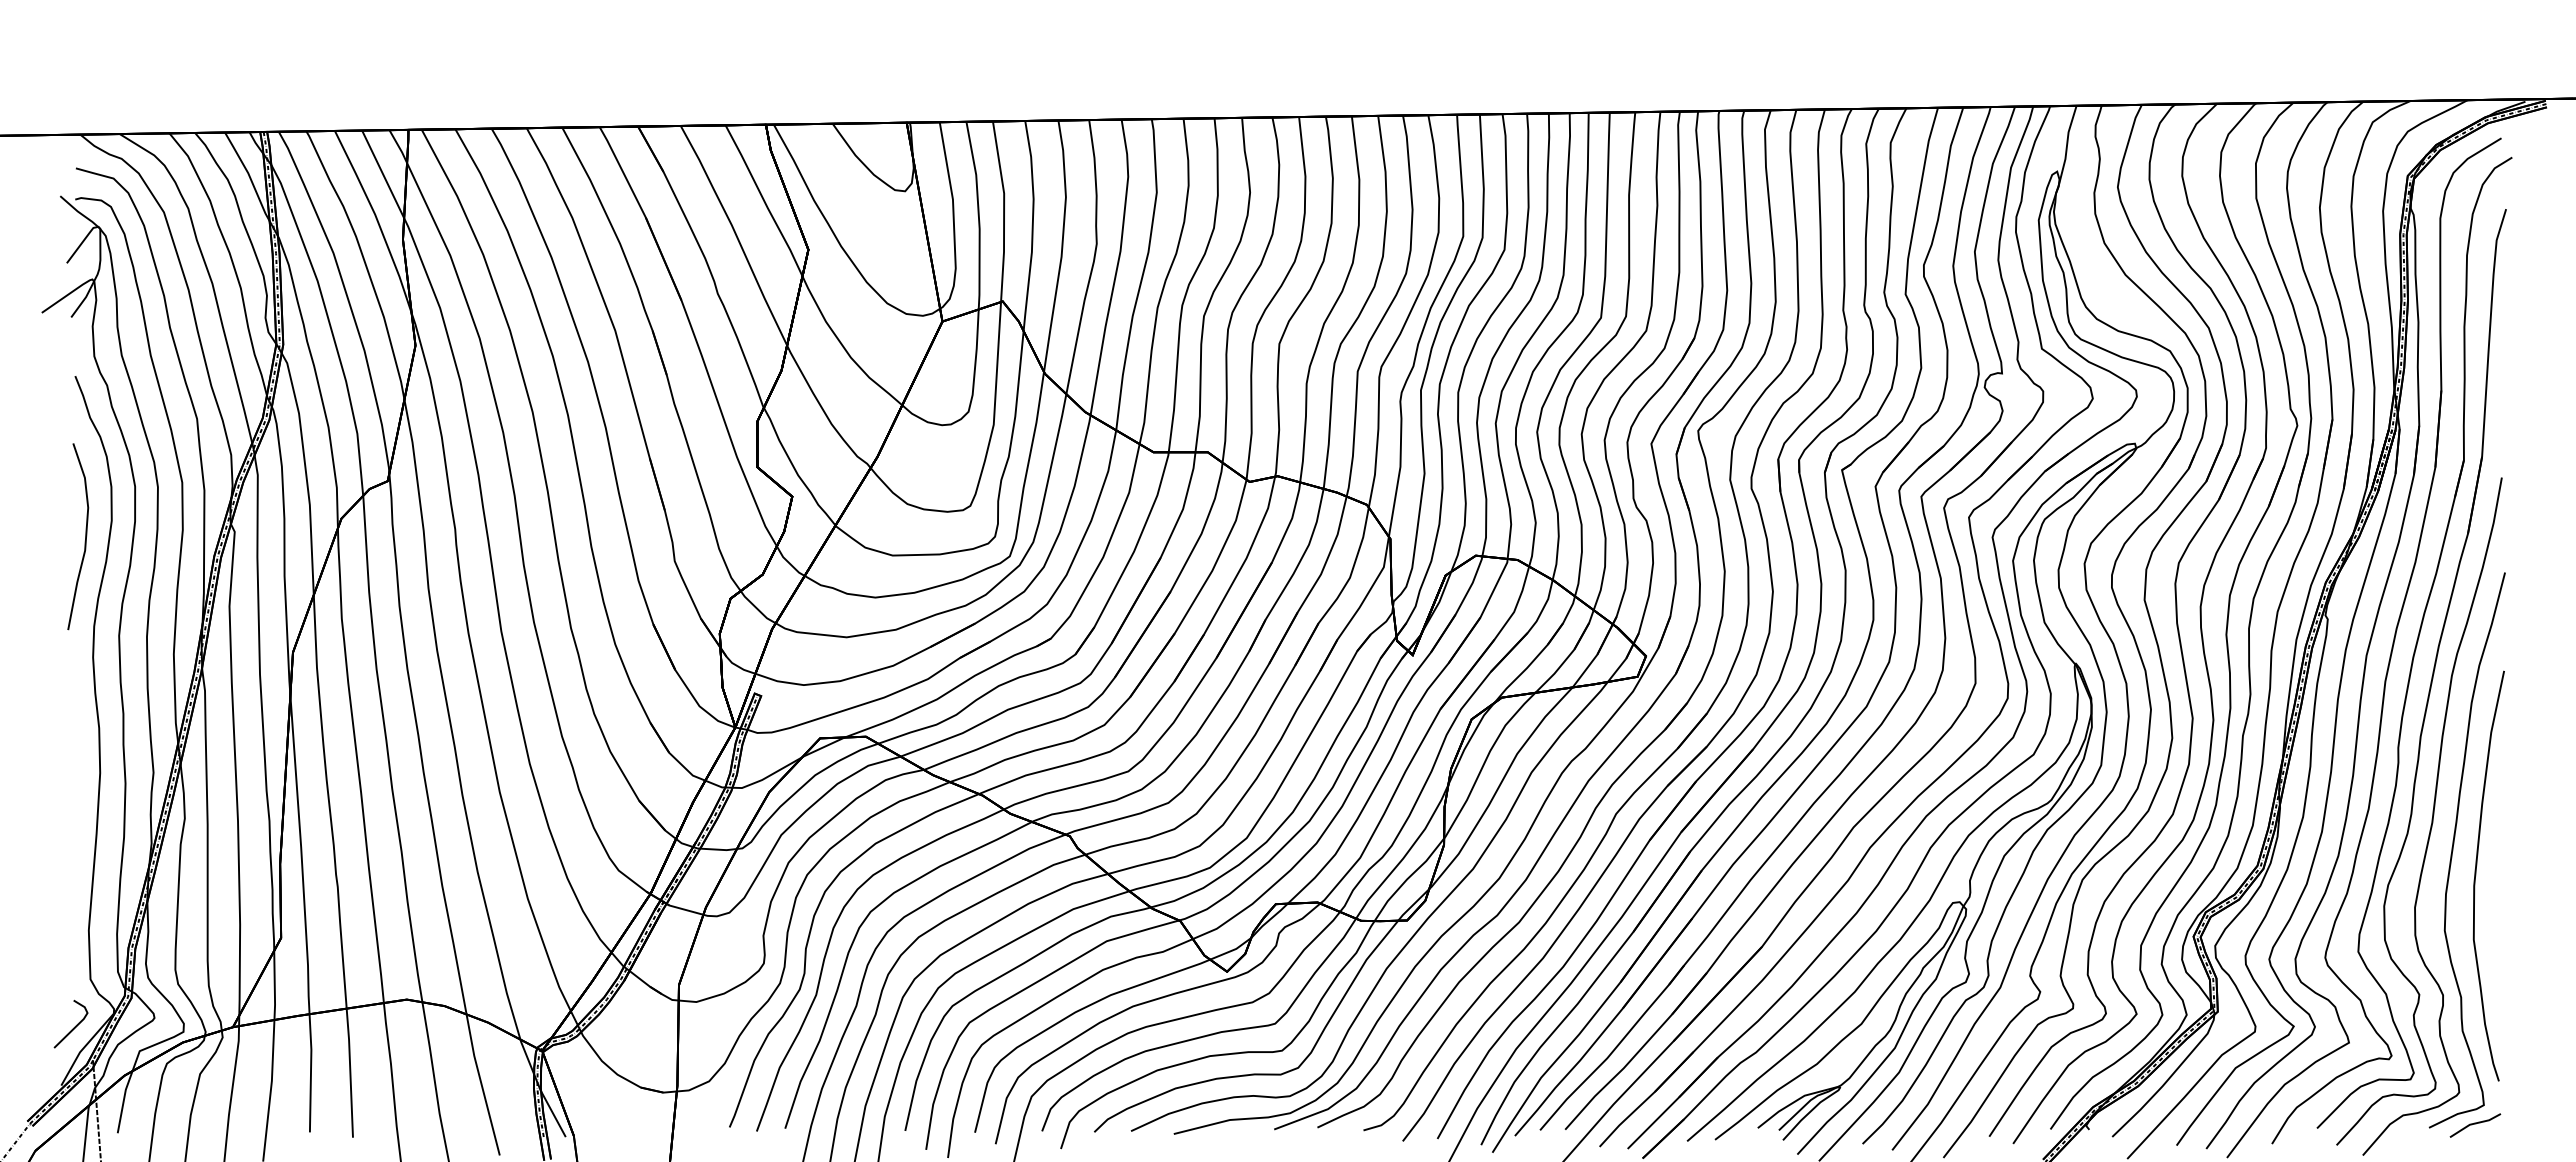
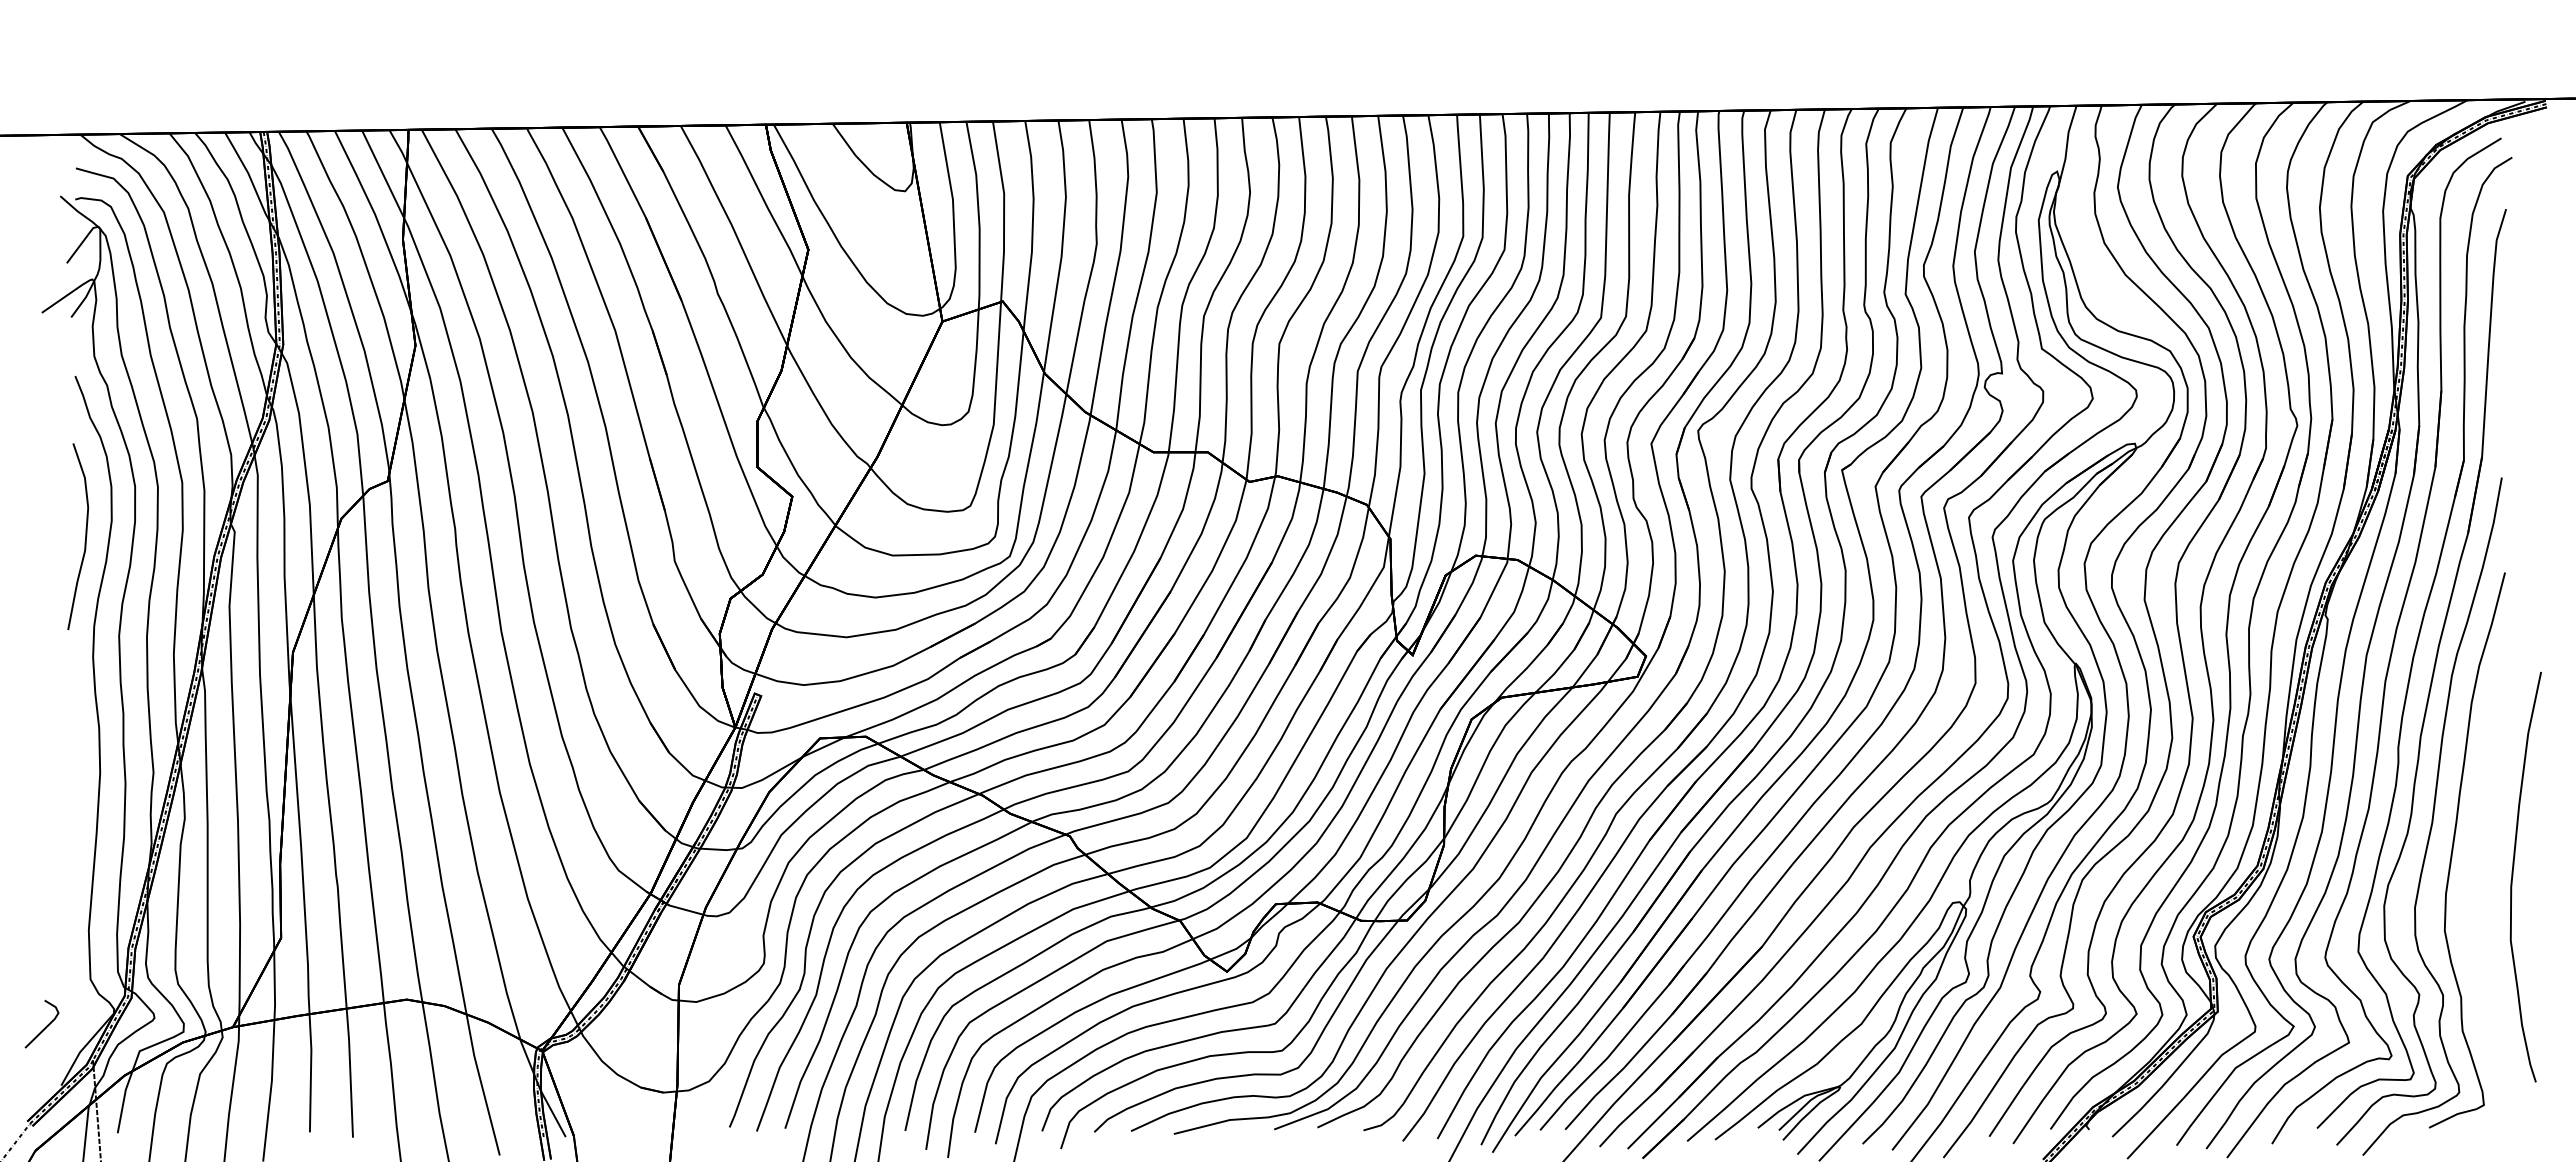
curve at (2476, 875) position: (2476, 875) -> (2513, 876)
line at (74, 1026) position: (74, 1026) -> (45, 1026)
line at (2475, 1124): present -> none
